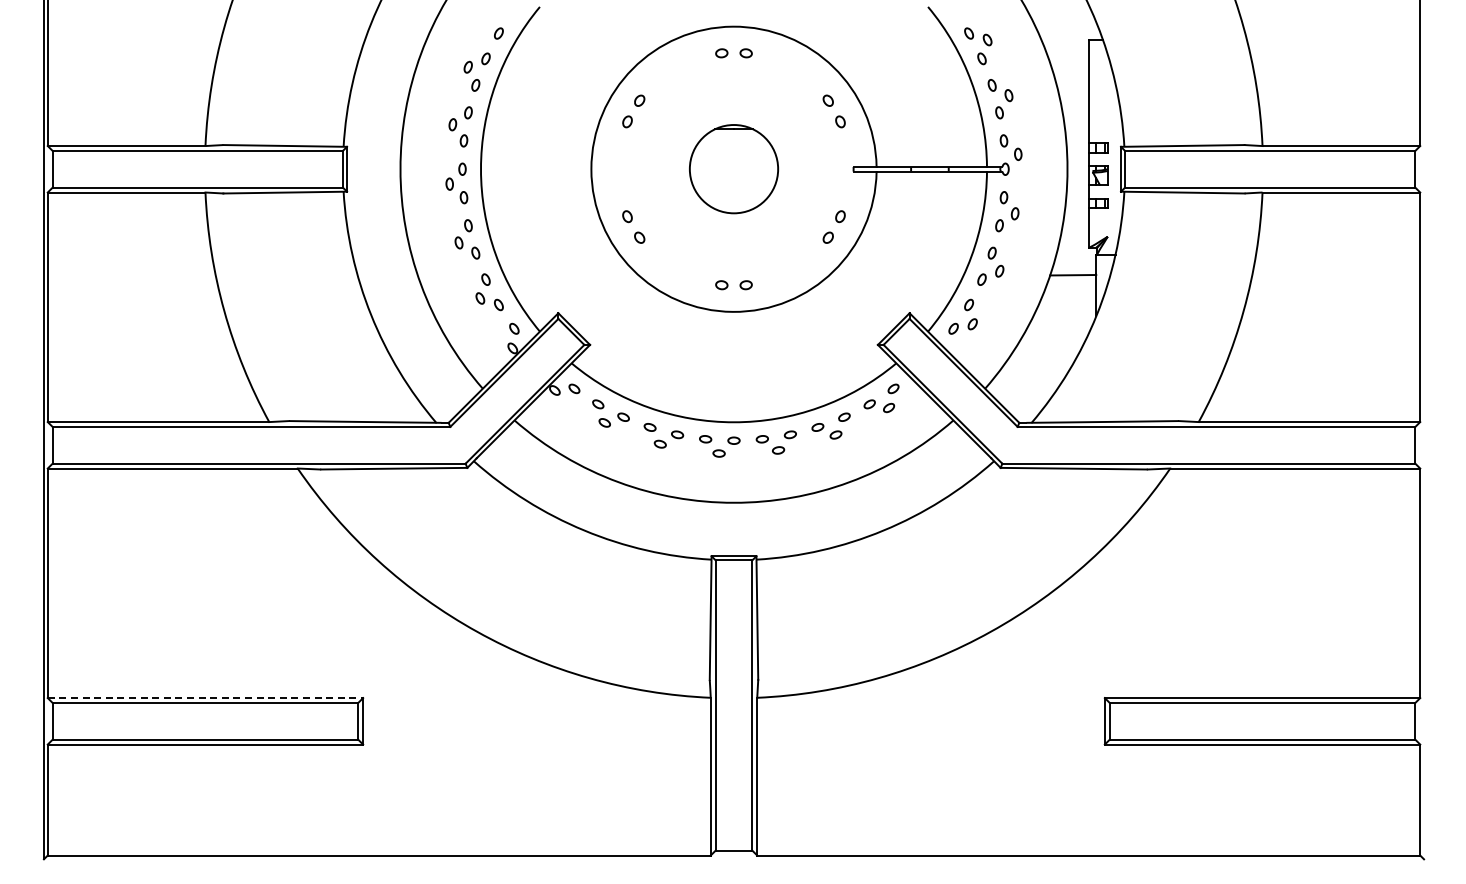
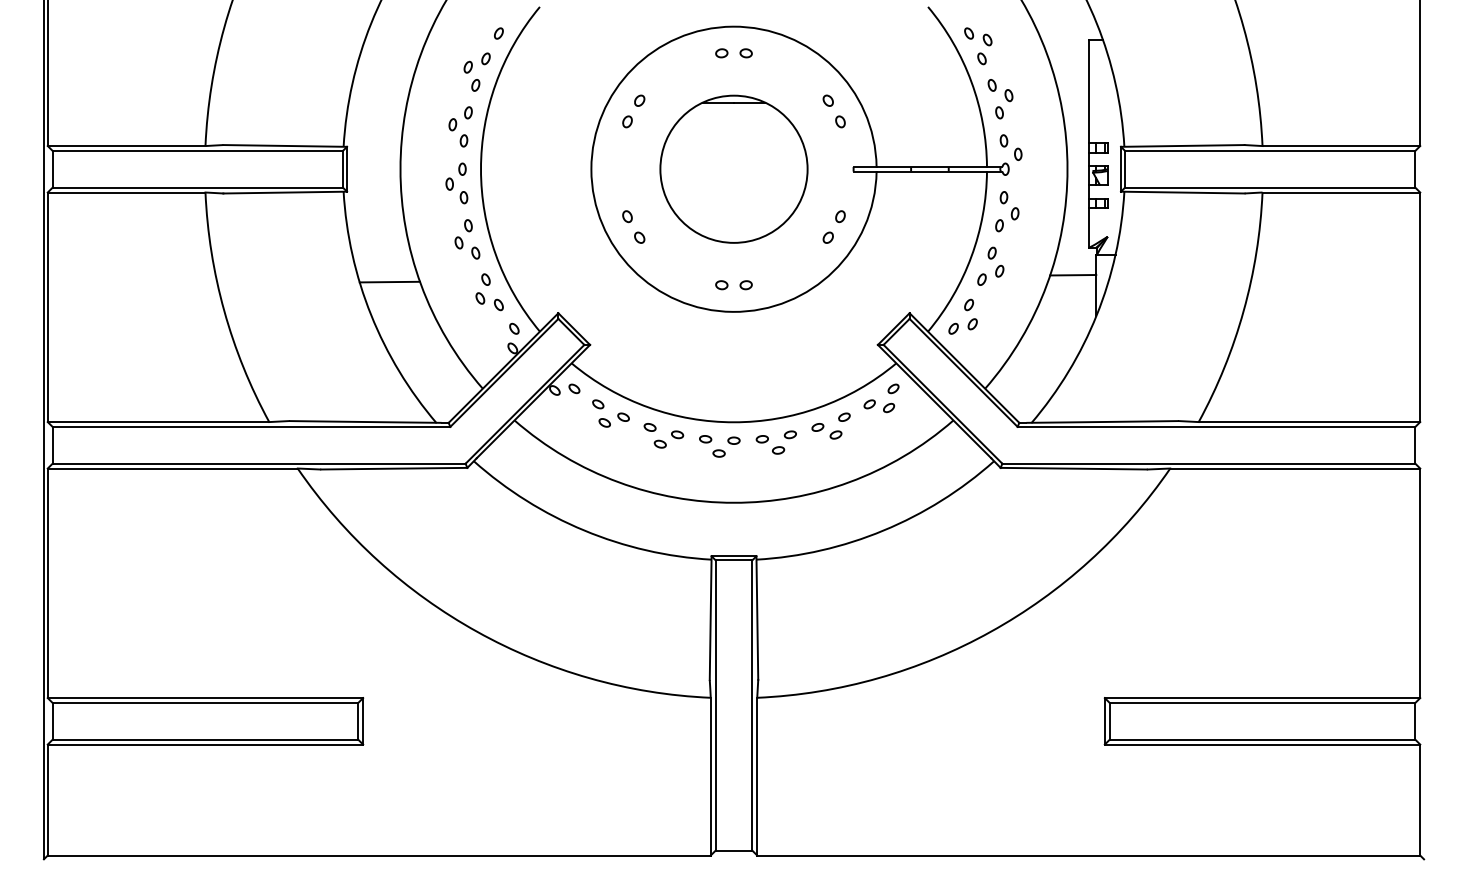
part at (734, 169) size: 91x91 px -> 150x150 px
line at (389, 281): none -> present
line at (205, 698): dashed -> solid
